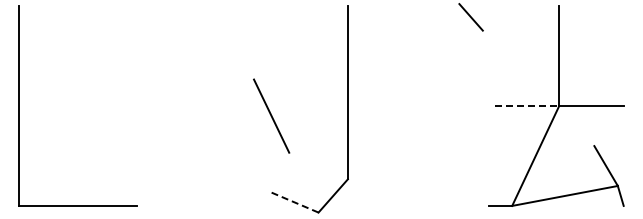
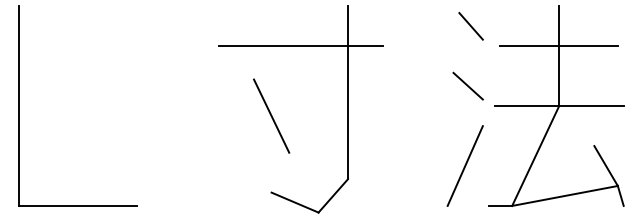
line at (470, 17) position: (470, 17) -> (470, 26)
line at (300, 46): none -> present
line at (558, 46): none -> present
line at (467, 85): none -> present
line at (527, 106): dashed -> solid
line at (464, 165): none -> present
line at (295, 202): dashed -> solid
